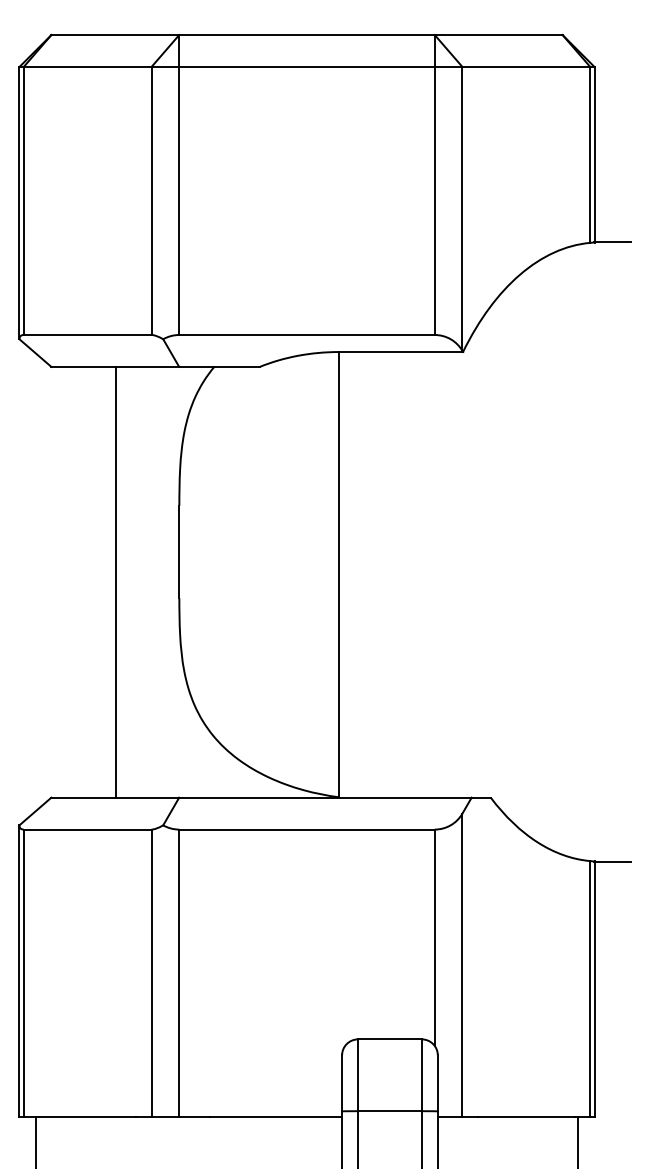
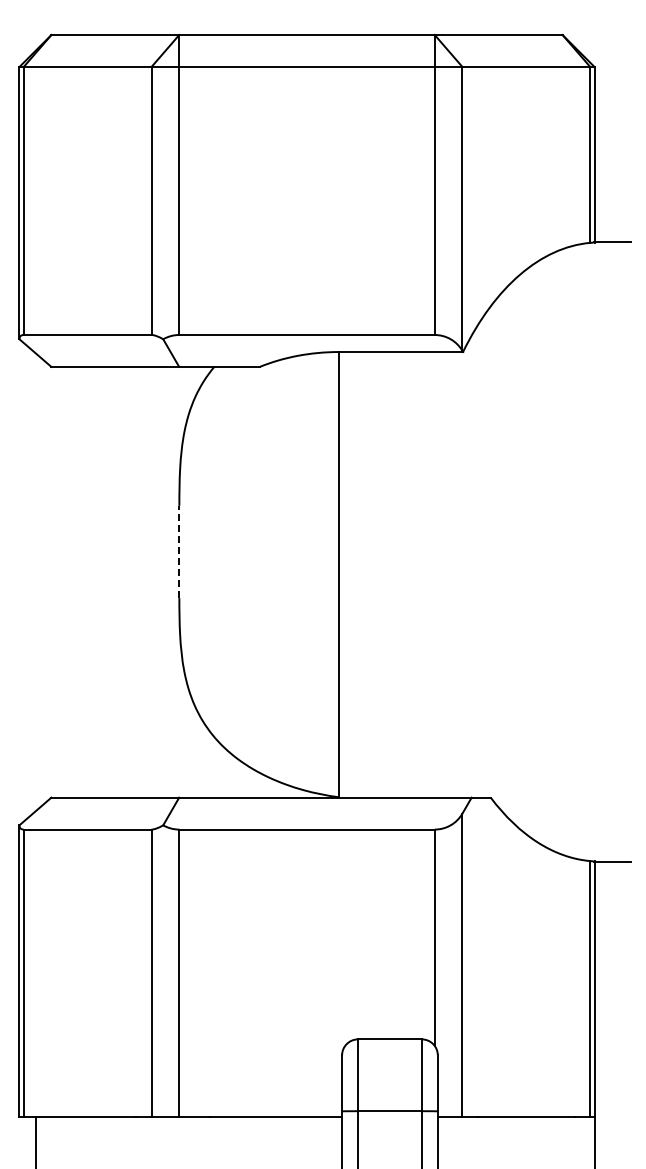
line at (179, 551): solid -> dashed
line at (115, 581): present -> none
line at (578, 1140) position: (578, 1140) -> (595, 1140)
